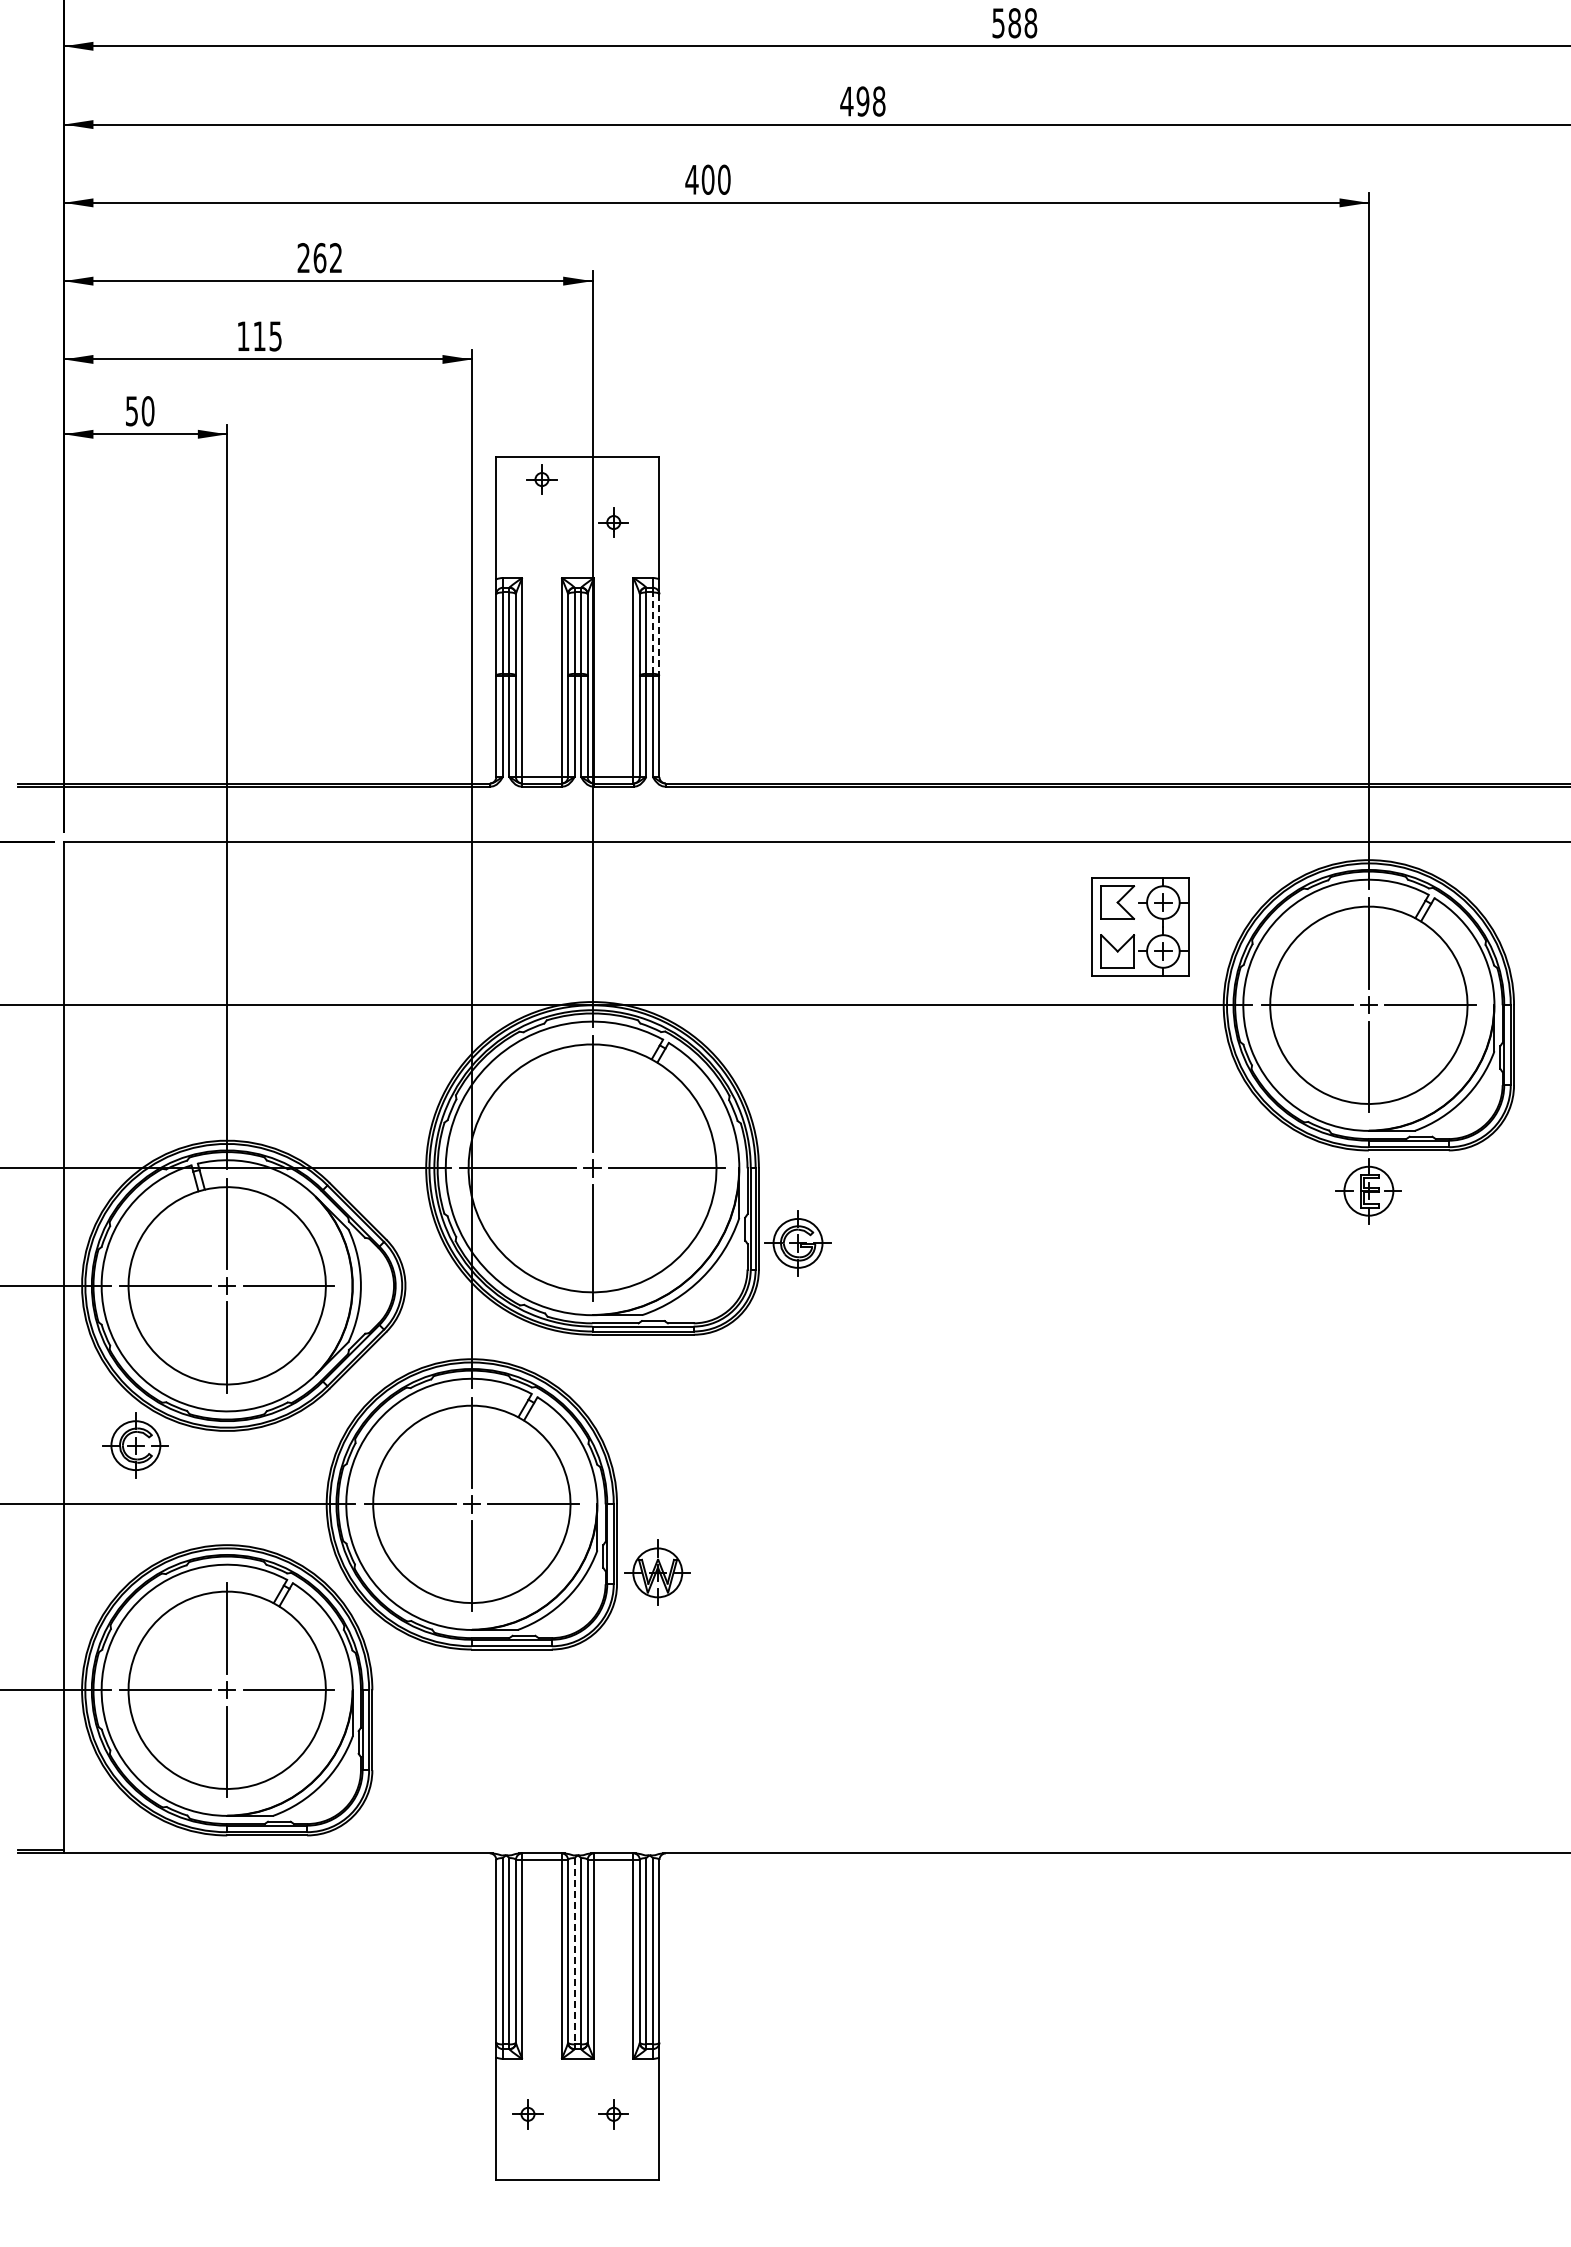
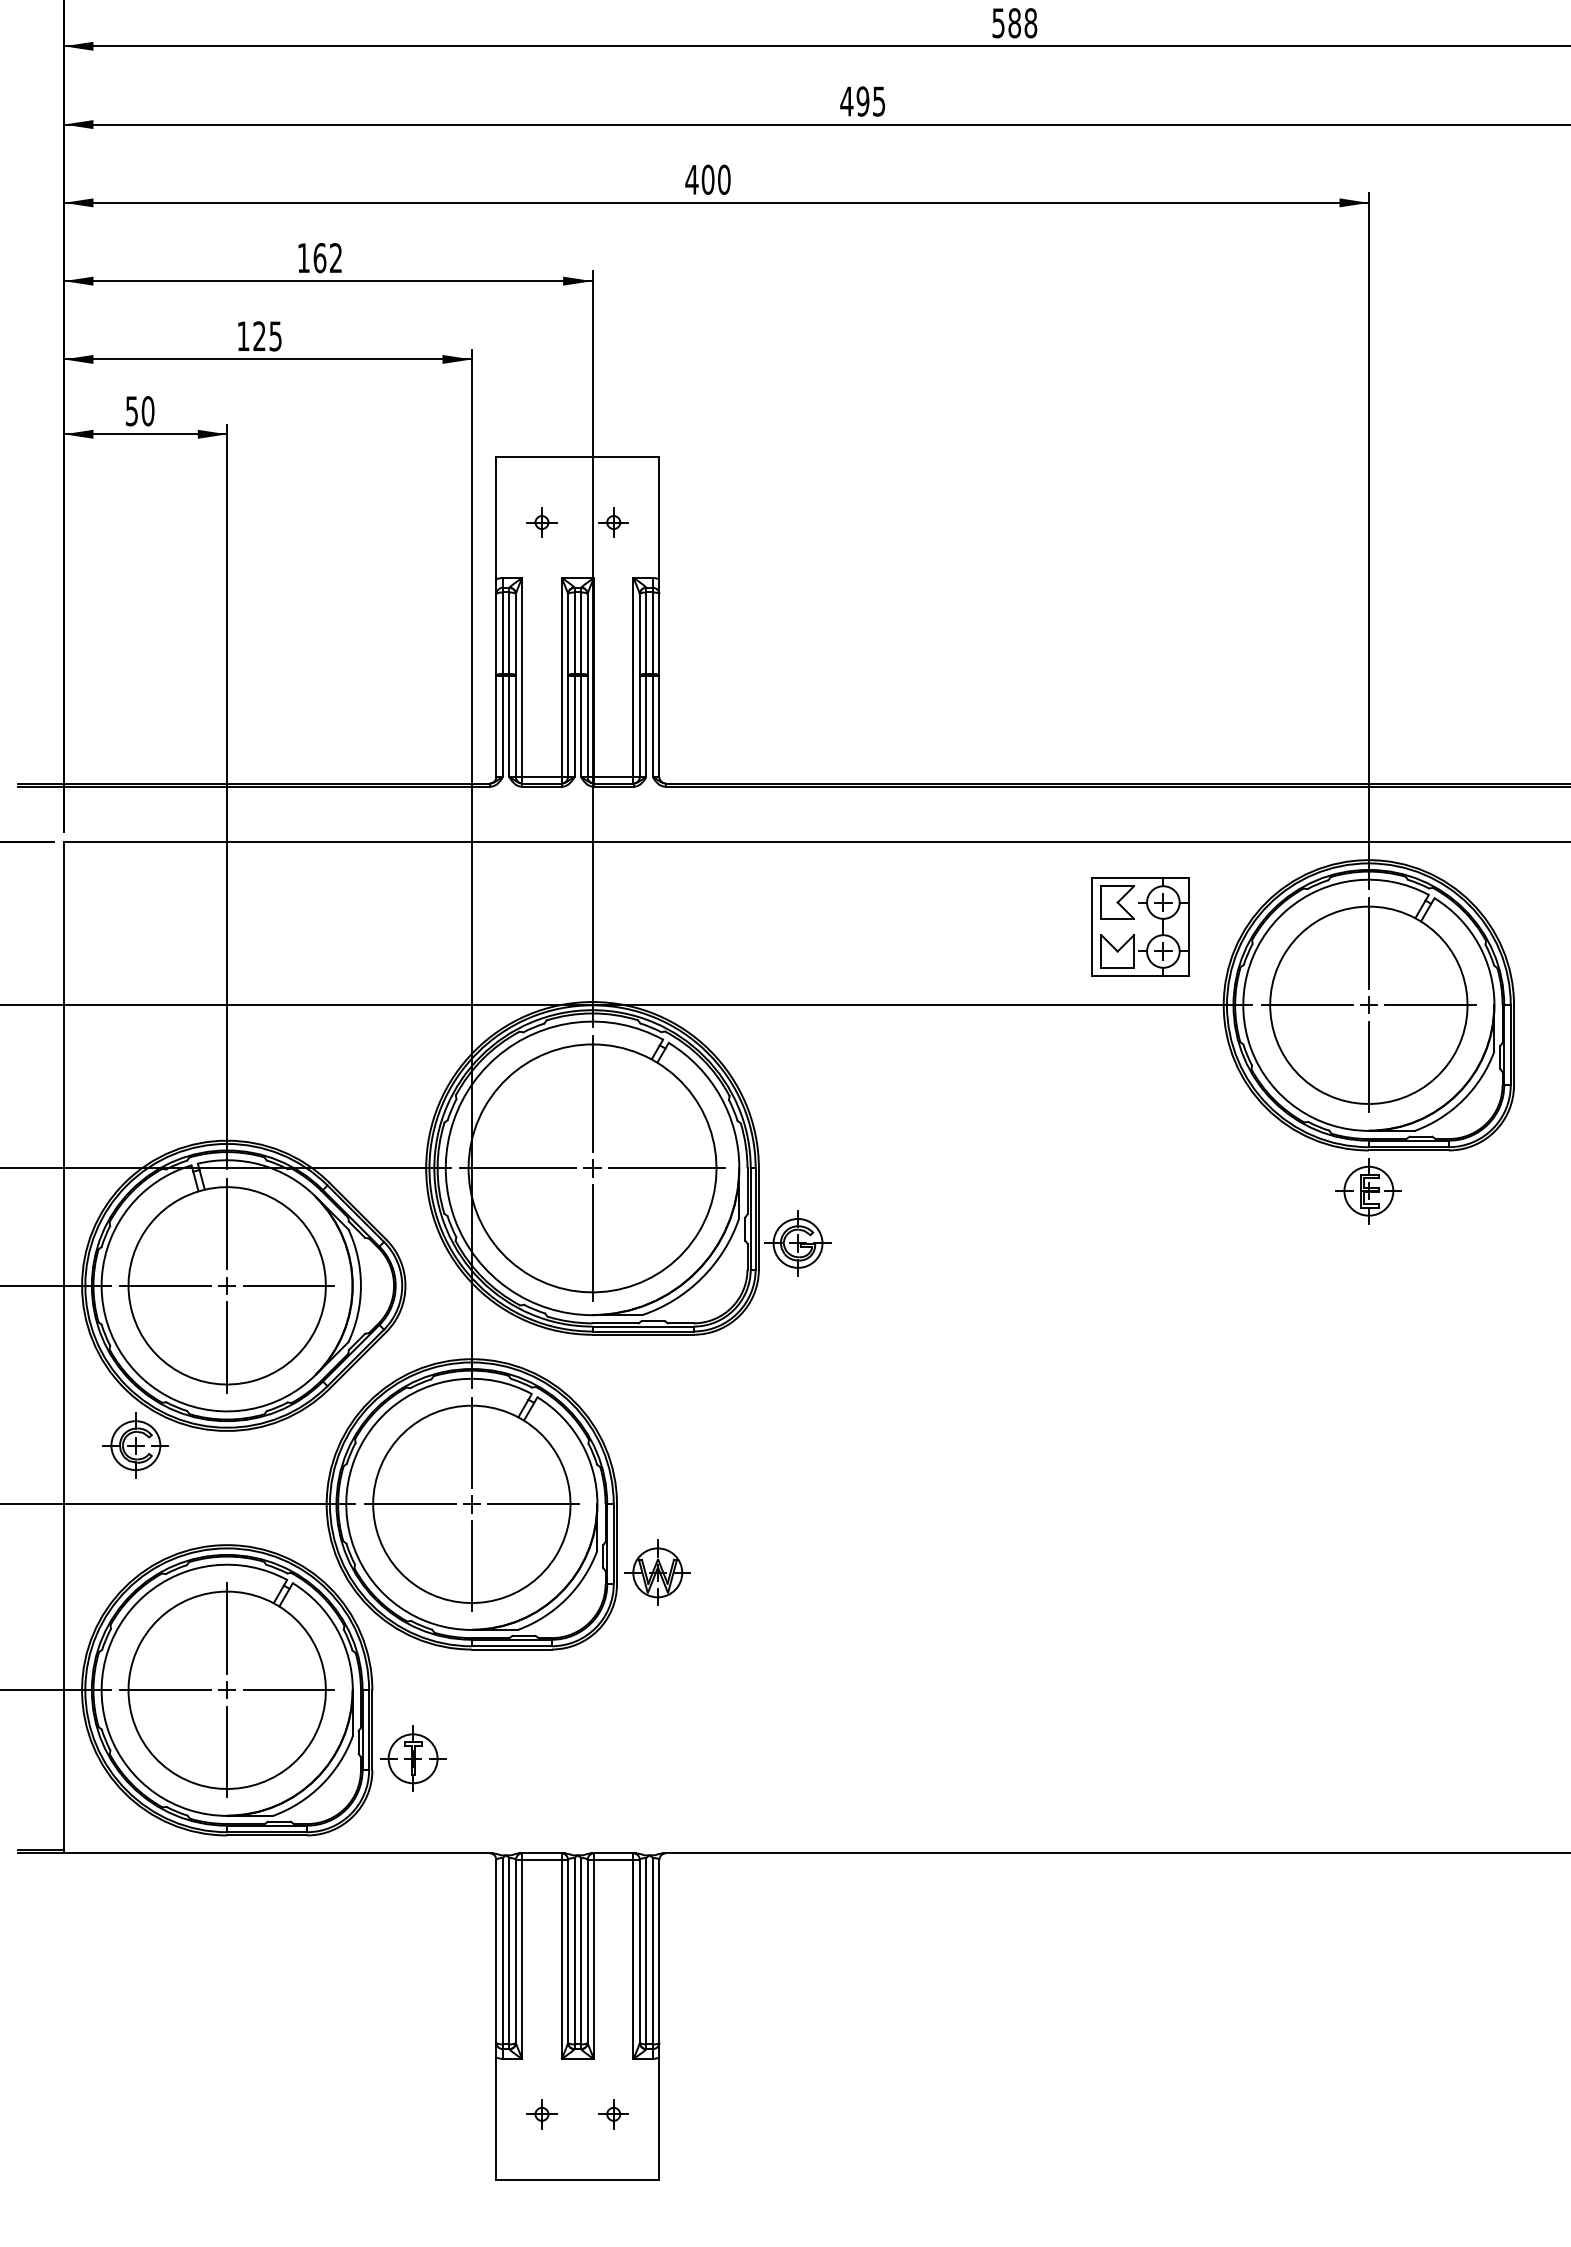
text at (879, 101): 498 -> 495
text at (303, 257): 262 -> 162
text at (259, 335): 115 -> 125
part at (541, 479) position: (541, 479) -> (541, 522)
line at (652, 633): dashed -> solid
line at (659, 635): dashed -> solid
part at (413, 1758): none -> present
line at (574, 1951): dashed -> solid
part at (527, 2114) position: (527, 2114) -> (541, 2114)
